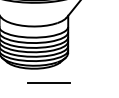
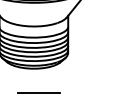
line at (48, 82) position: (48, 82) -> (38, 92)
